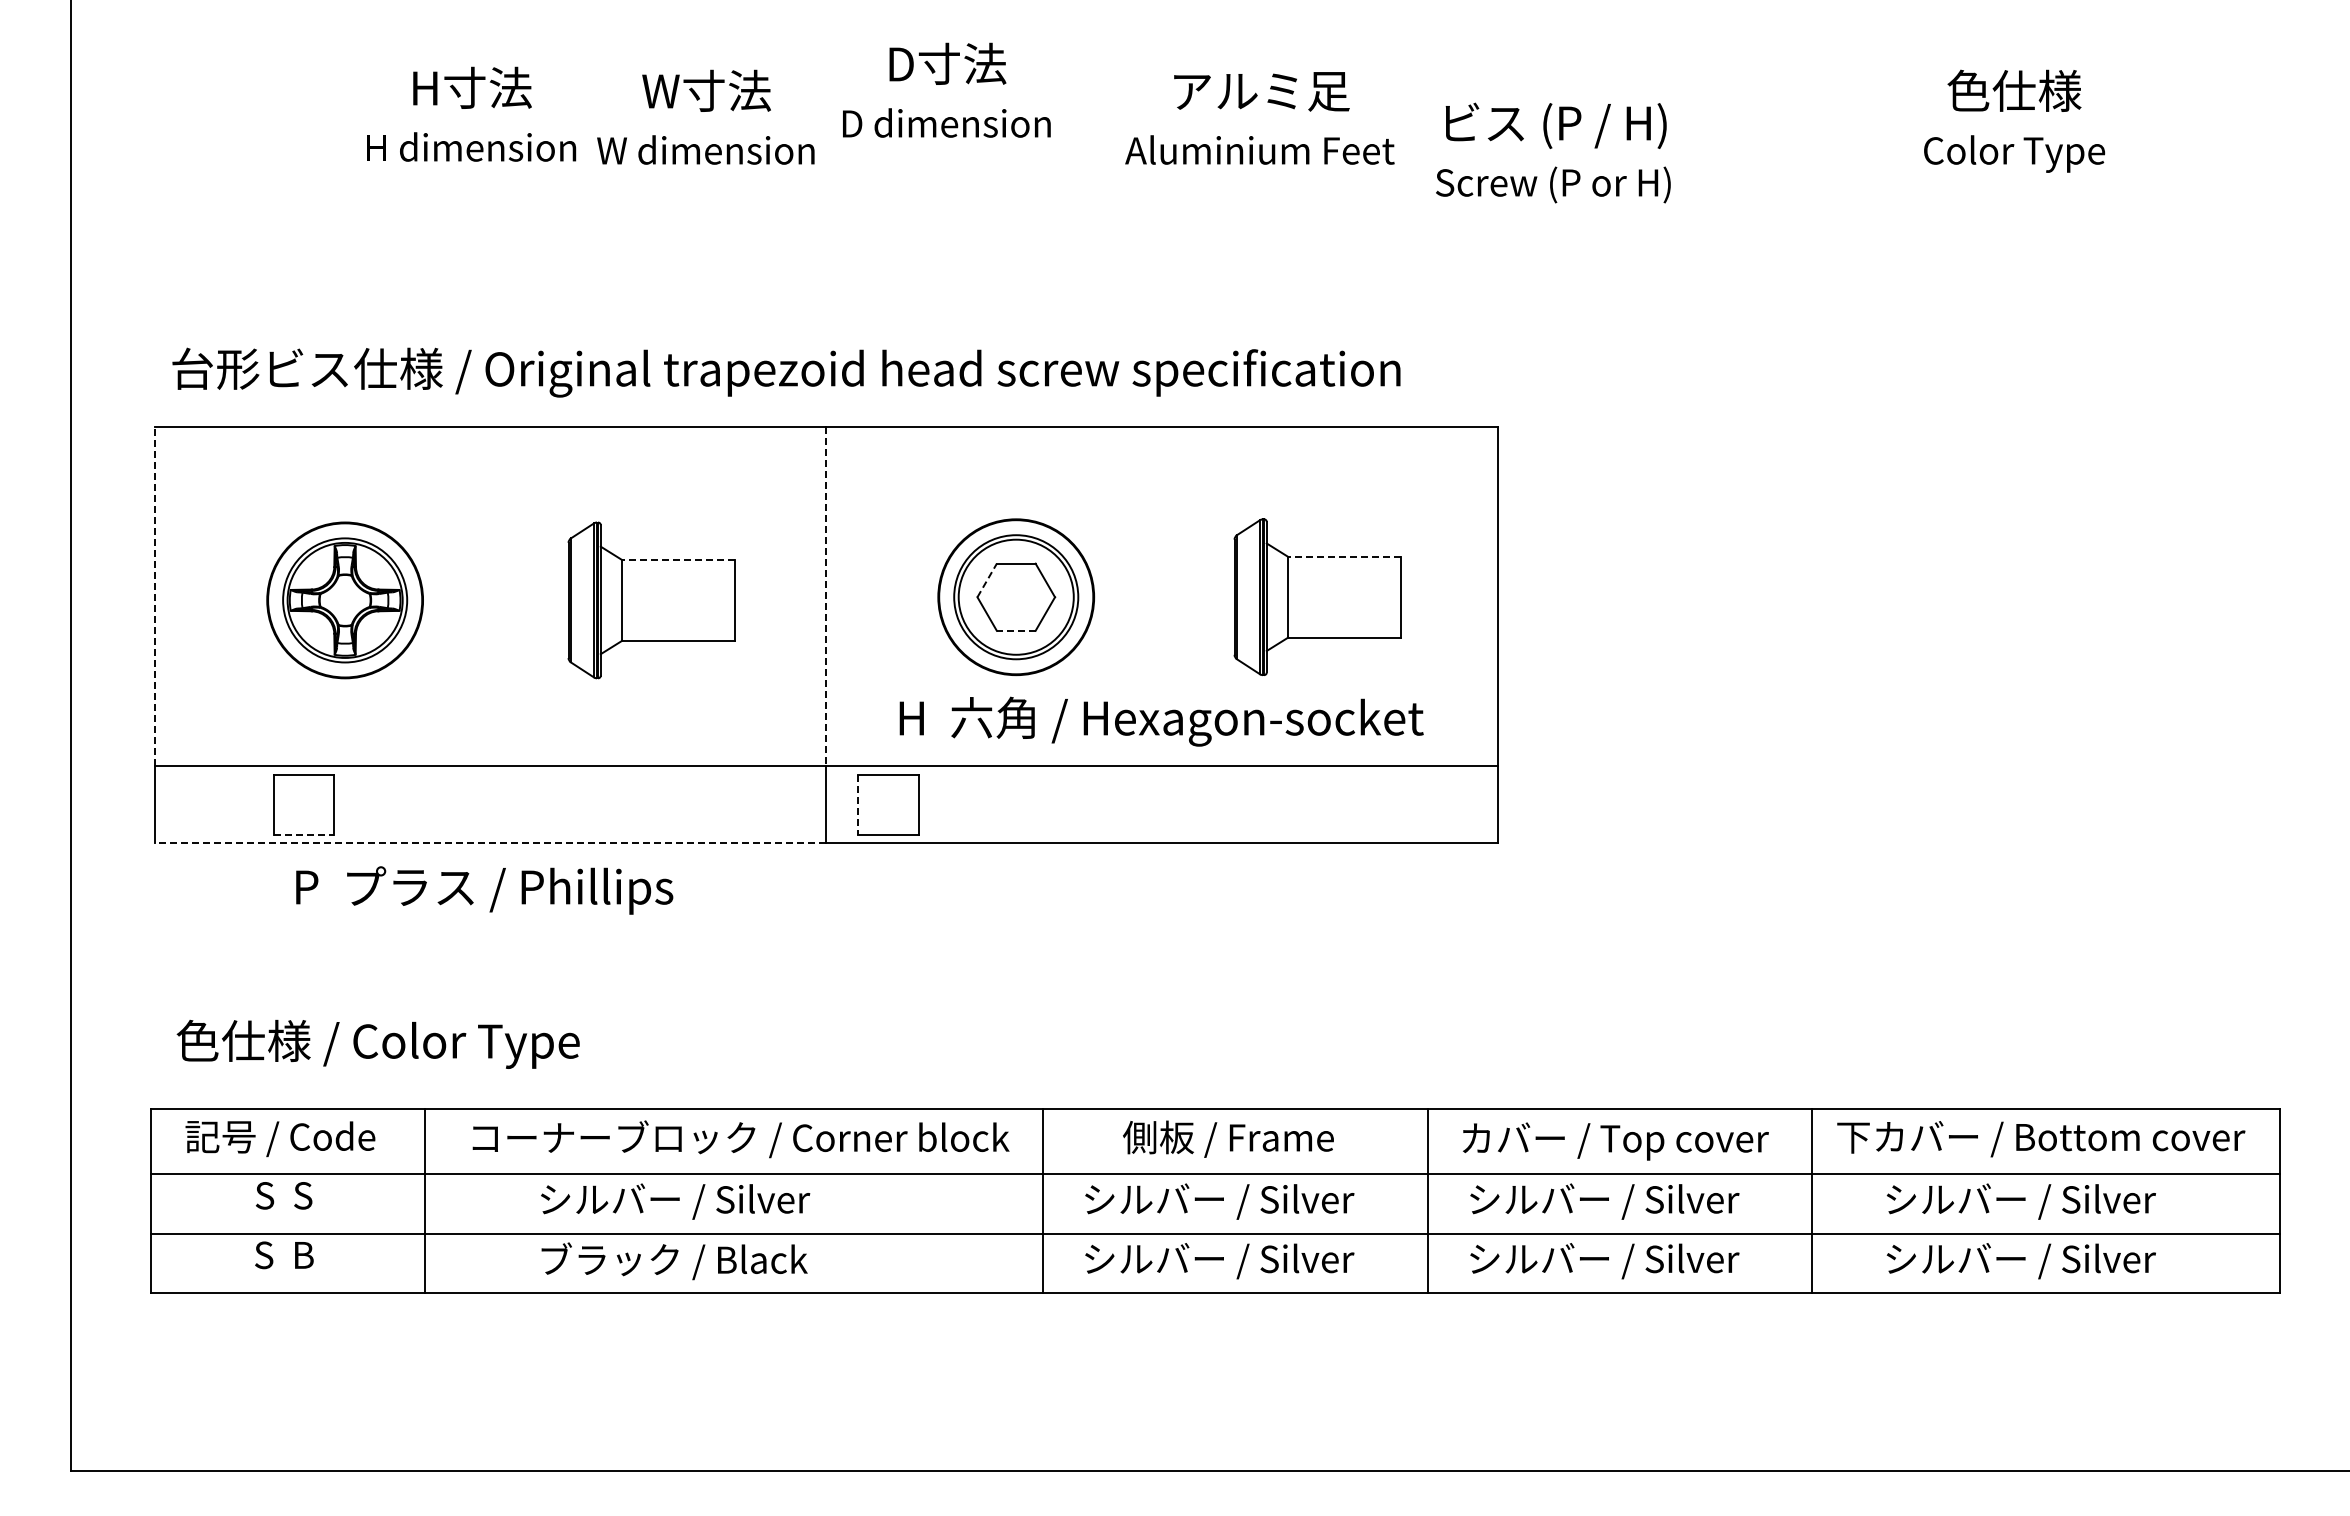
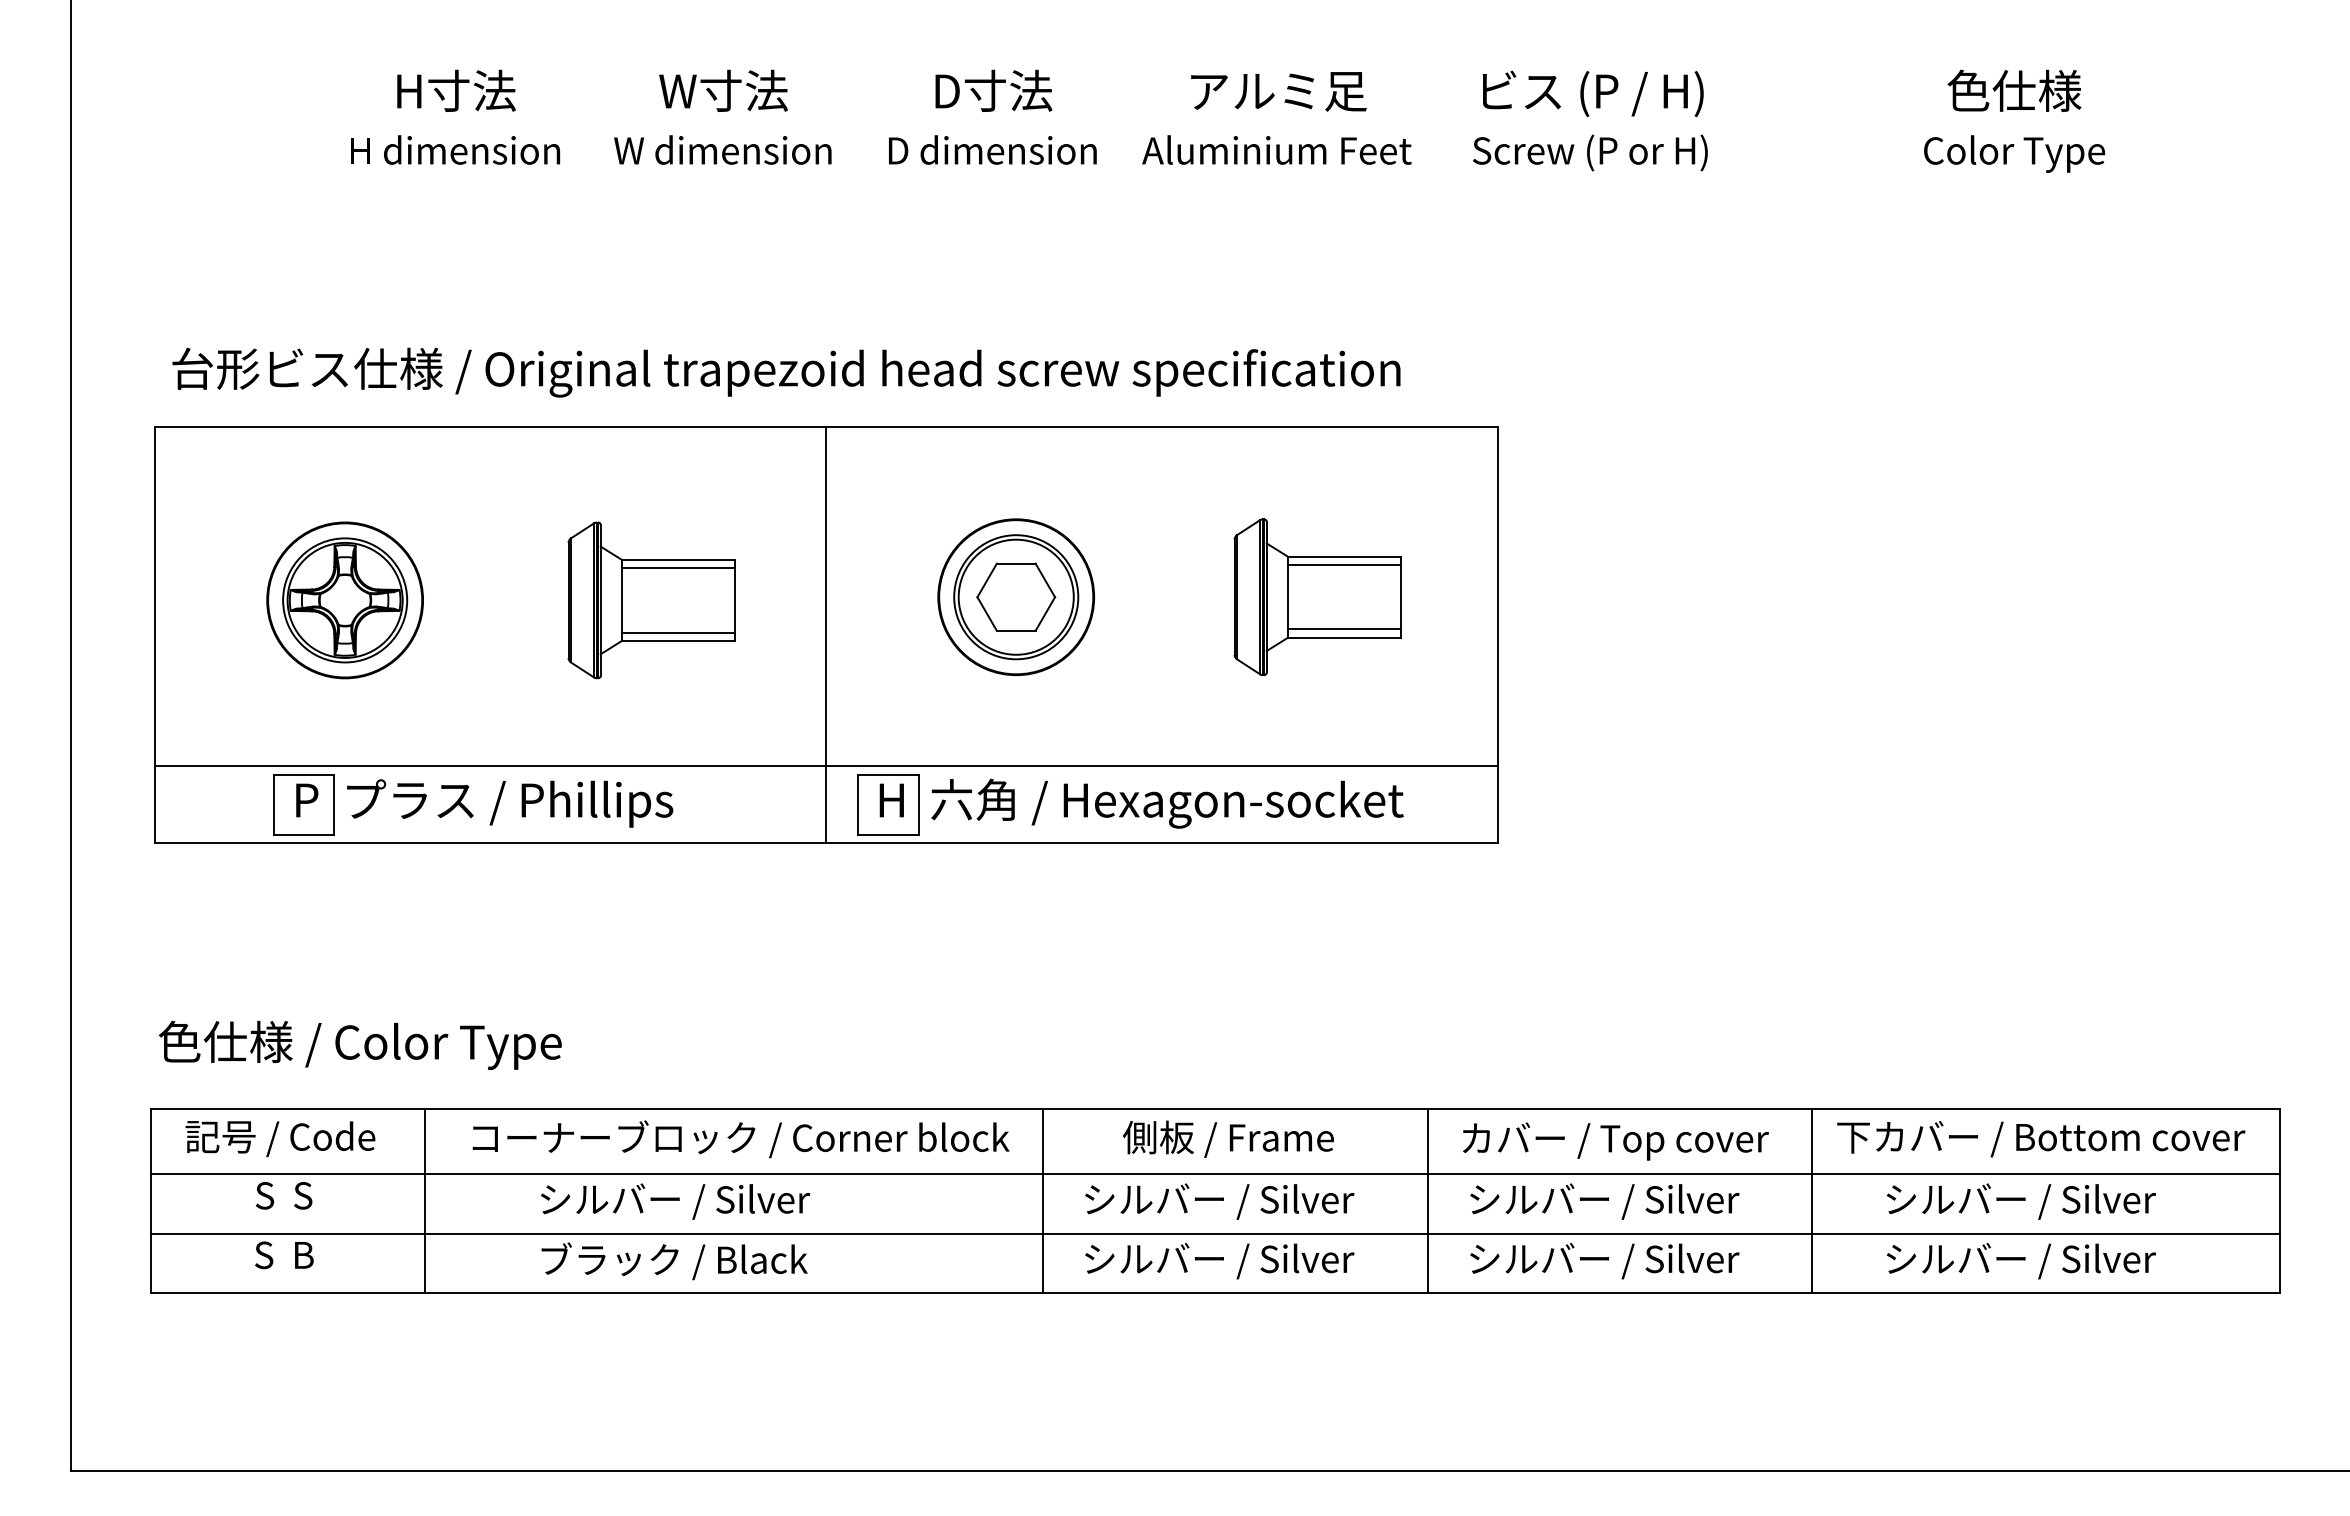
text at (946, 89) position: (946, 89) -> (992, 116)
text at (471, 113) position: (471, 113) -> (455, 116)
text at (705, 116) position: (705, 116) -> (722, 116)
text at (1259, 118) position: (1259, 118) -> (1276, 118)
text at (1553, 152) position: (1553, 152) -> (1590, 120)
line at (1344, 556): dashed -> solid
line at (678, 560): dashed -> solid
line at (1344, 565): none -> present
line at (678, 568): none -> present
line at (987, 580): dashed -> solid
line at (154, 596): dashed -> solid
line at (826, 596): dashed -> solid
line at (1344, 629): none -> present
line at (1015, 630): dashed -> solid
line at (678, 632): none -> present
text at (1161, 721) position: (1161, 721) -> (1141, 803)
line at (858, 805): dashed -> solid
line at (304, 835): dashed -> solid
line at (490, 843): dashed -> solid
text at (484, 890) position: (484, 890) -> (484, 803)
text at (377, 1043) position: (377, 1043) -> (359, 1044)
